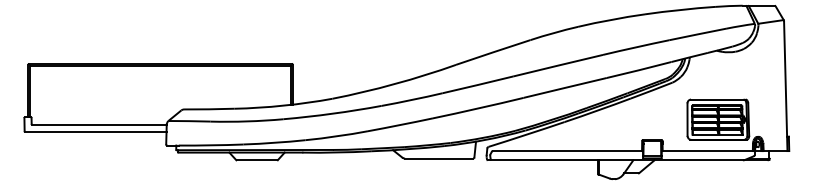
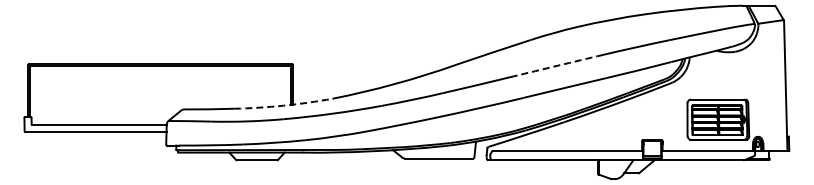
arc at (558, 65): solid -> dashed
arc at (283, 105): solid -> dashed
